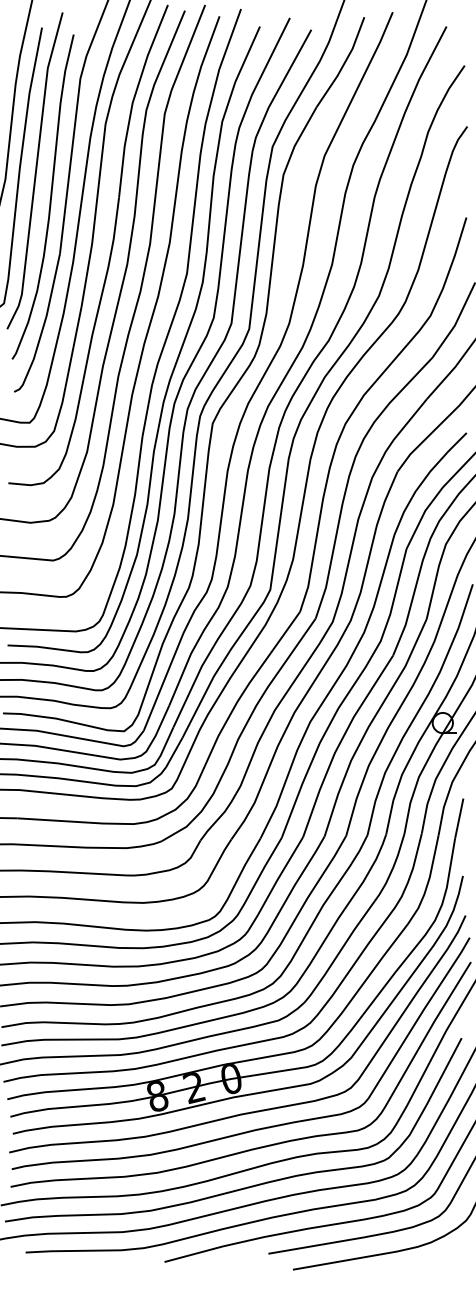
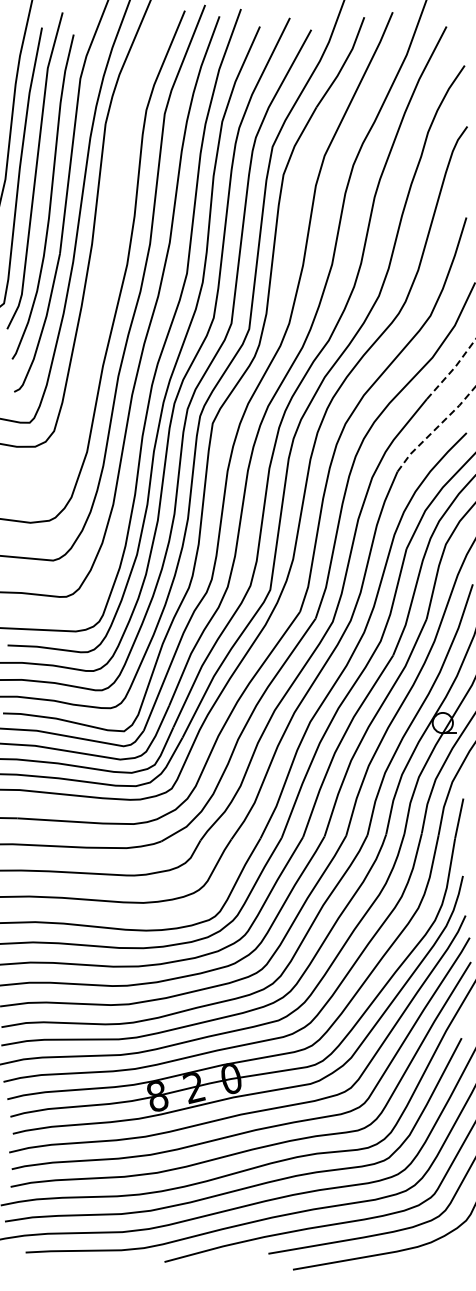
part at (110, 249): present -> none
line at (452, 369): solid -> dashed
line at (436, 428): solid -> dashed
